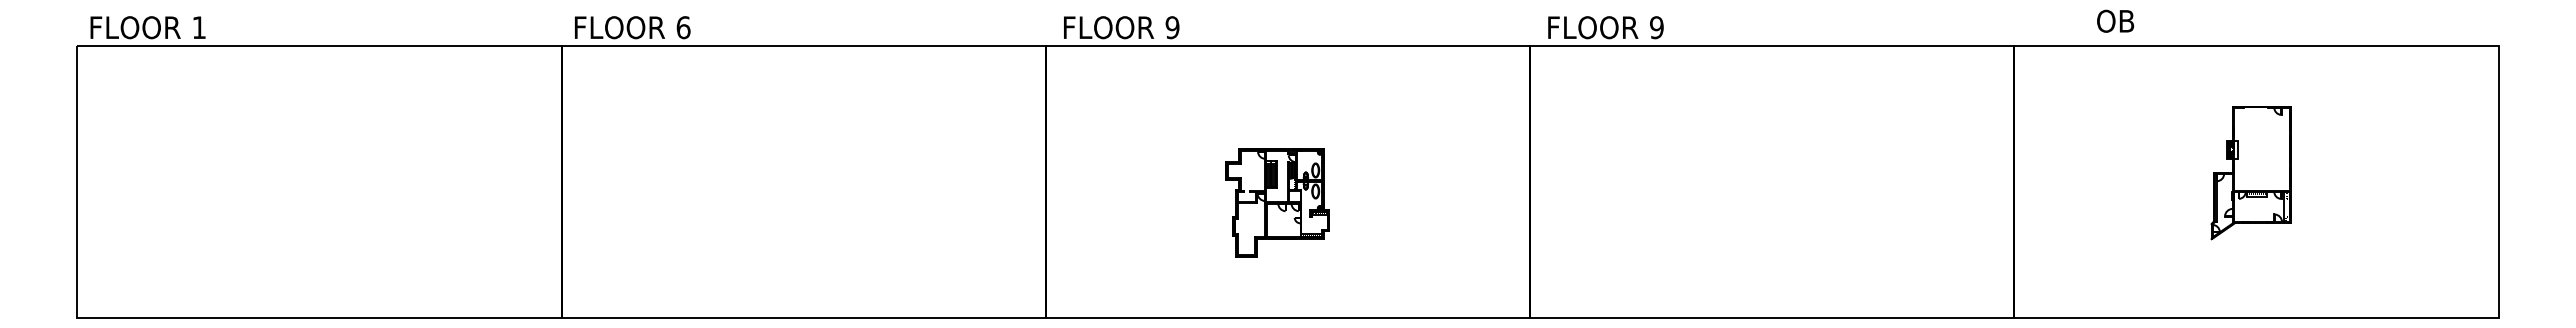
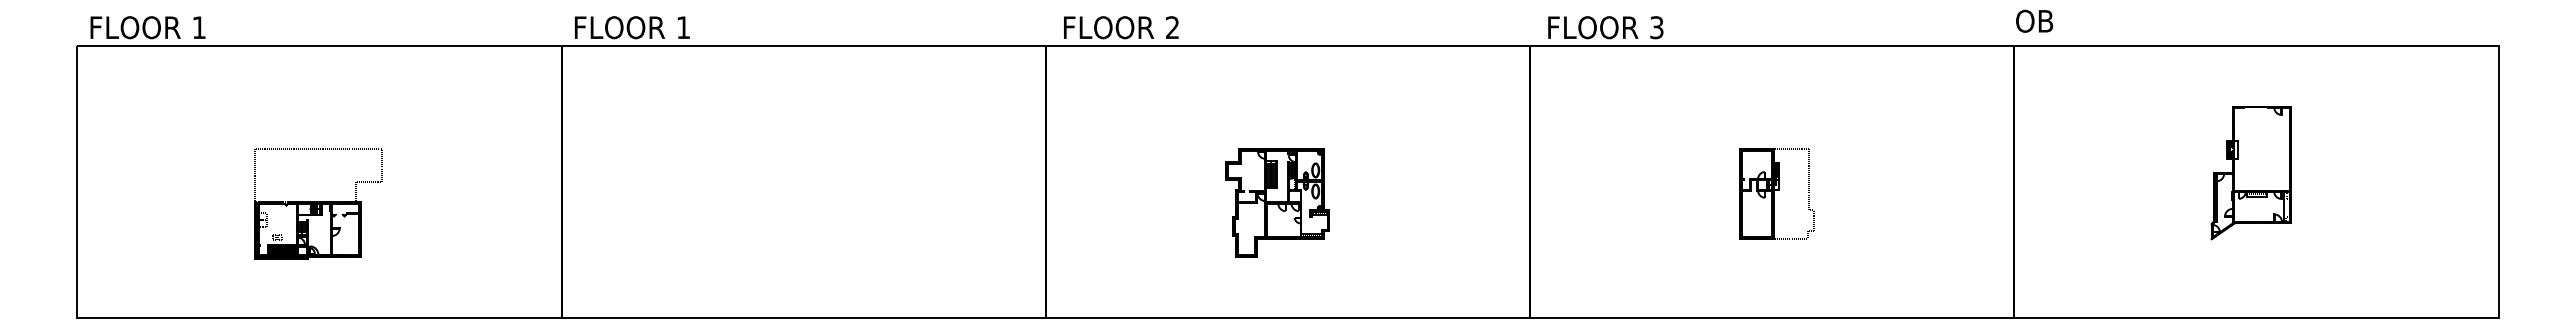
text at (2115, 20) position: (2115, 20) -> (2034, 20)
text at (683, 27): 6 -> 1
text at (1172, 27): 9 -> 2
text at (1656, 27): 9 -> 3
part at (1776, 193): none -> present
part at (318, 203): none -> present
